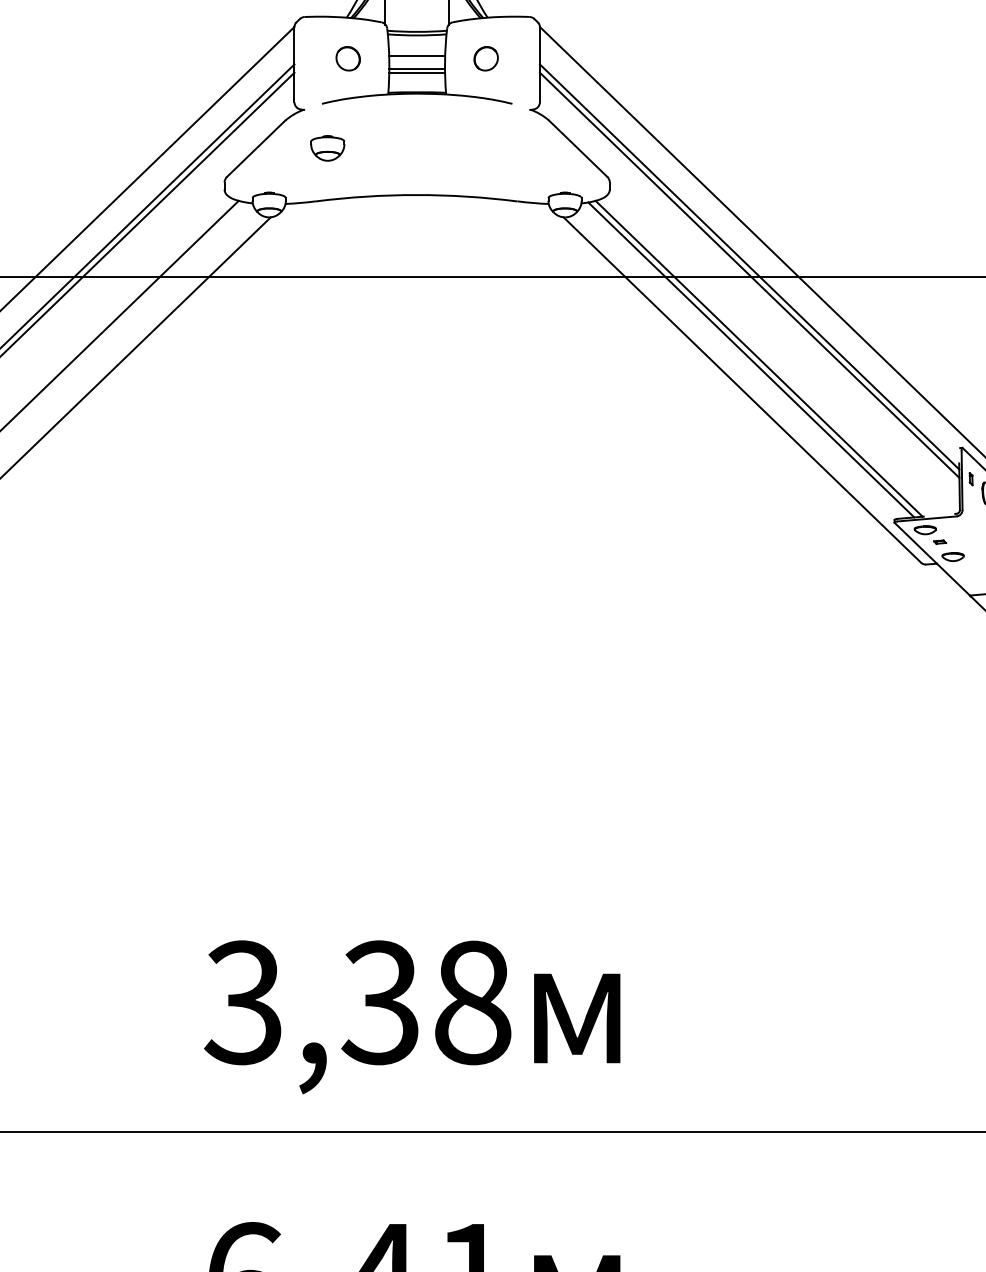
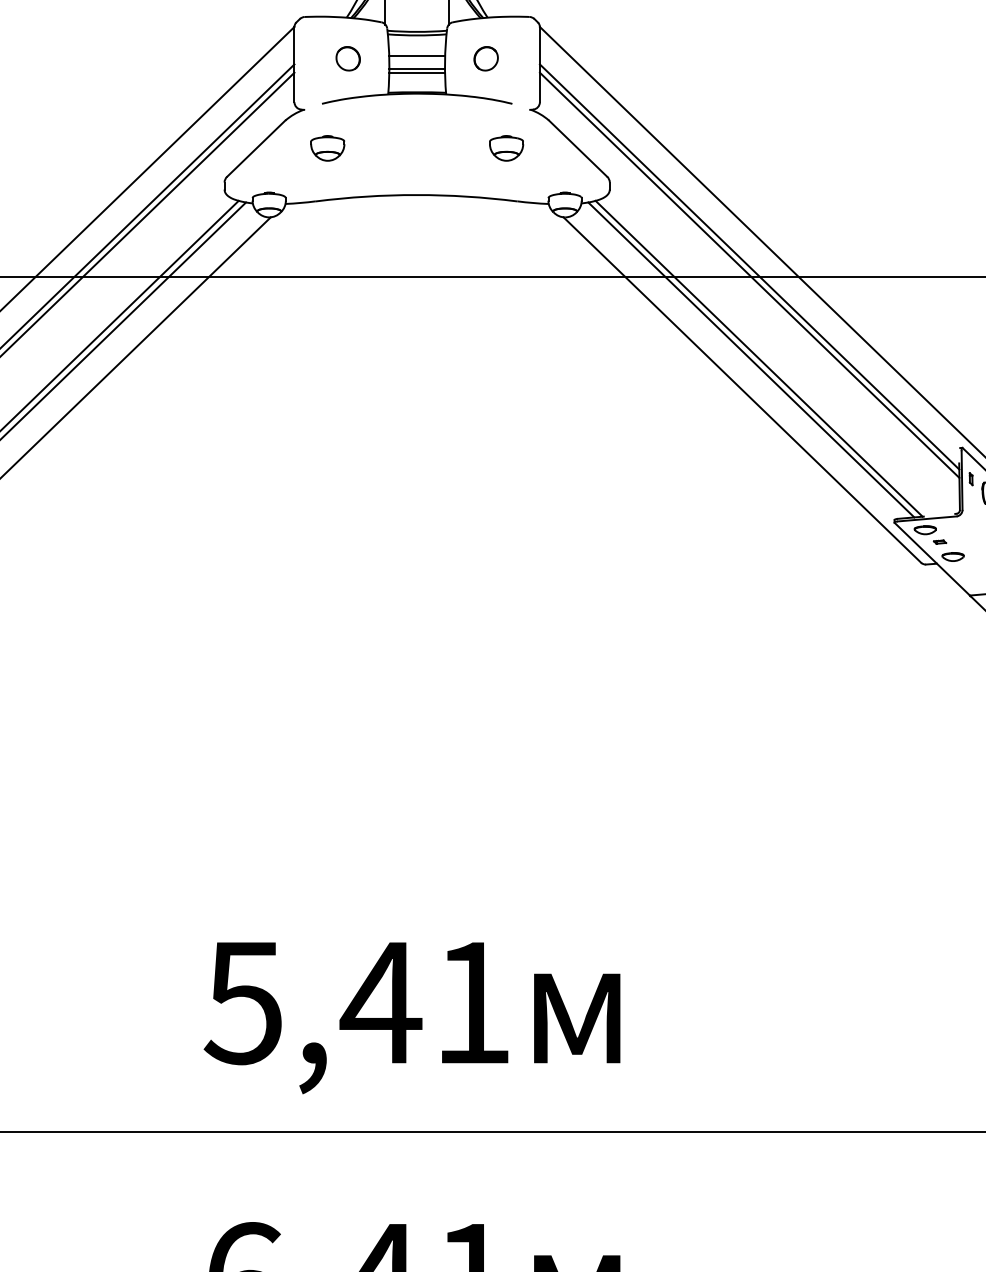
part at (506, 148): none -> present
line at (124, 320): none -> present
text at (357, 1002): 3,38 -> 5,41
